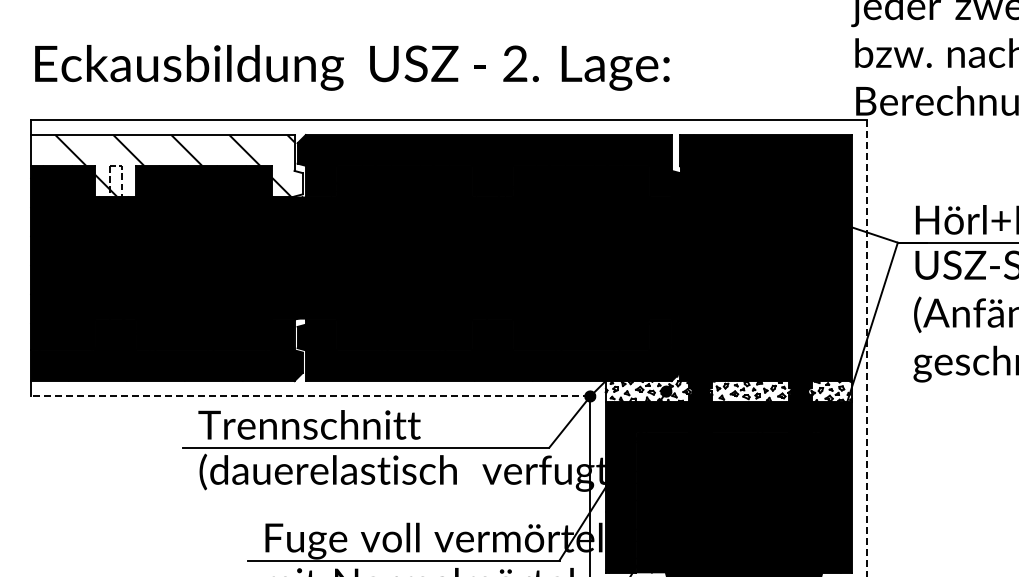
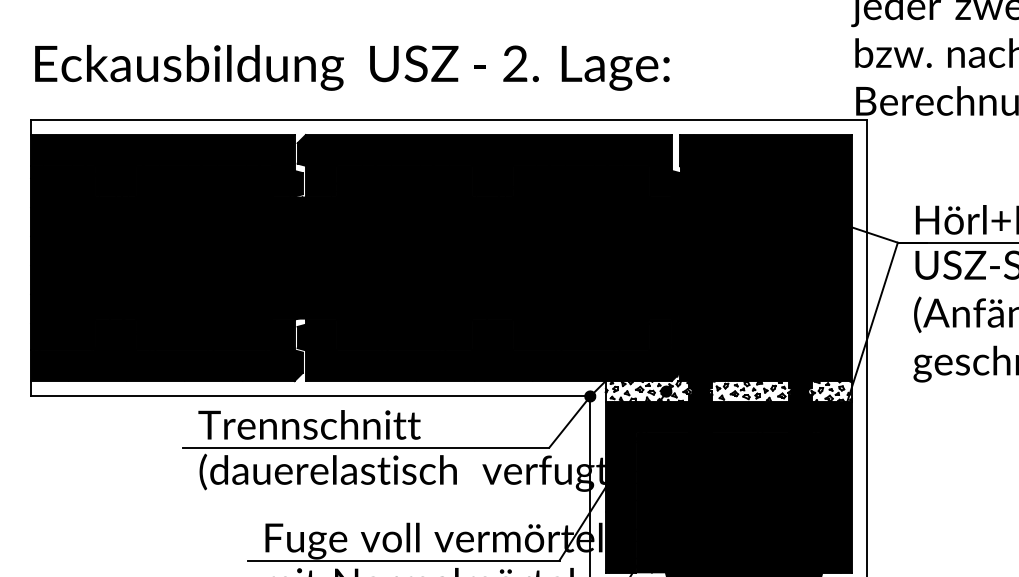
fill at (166, 165): none -> present
line at (867, 348): dashed -> solid
line at (310, 396): dashed -> solid
